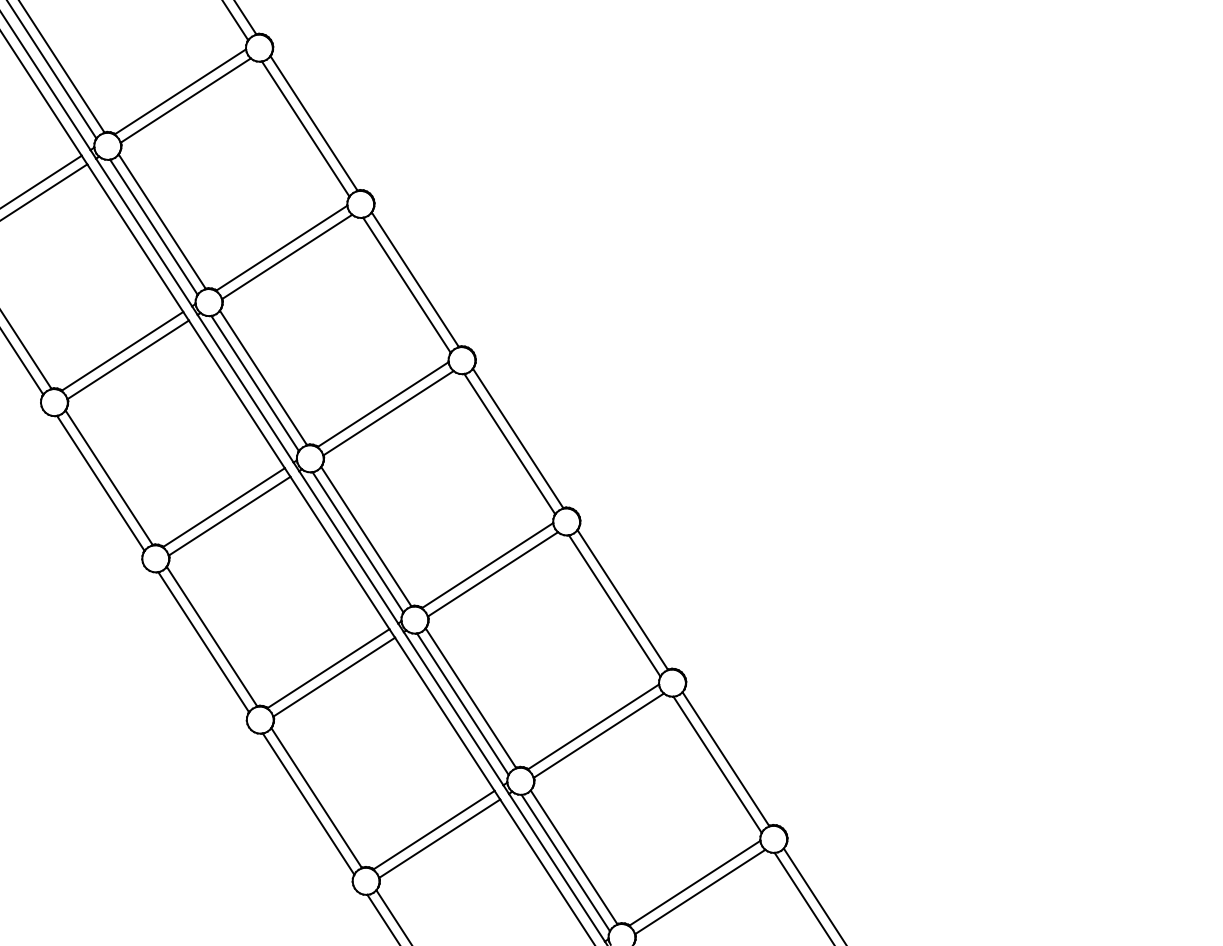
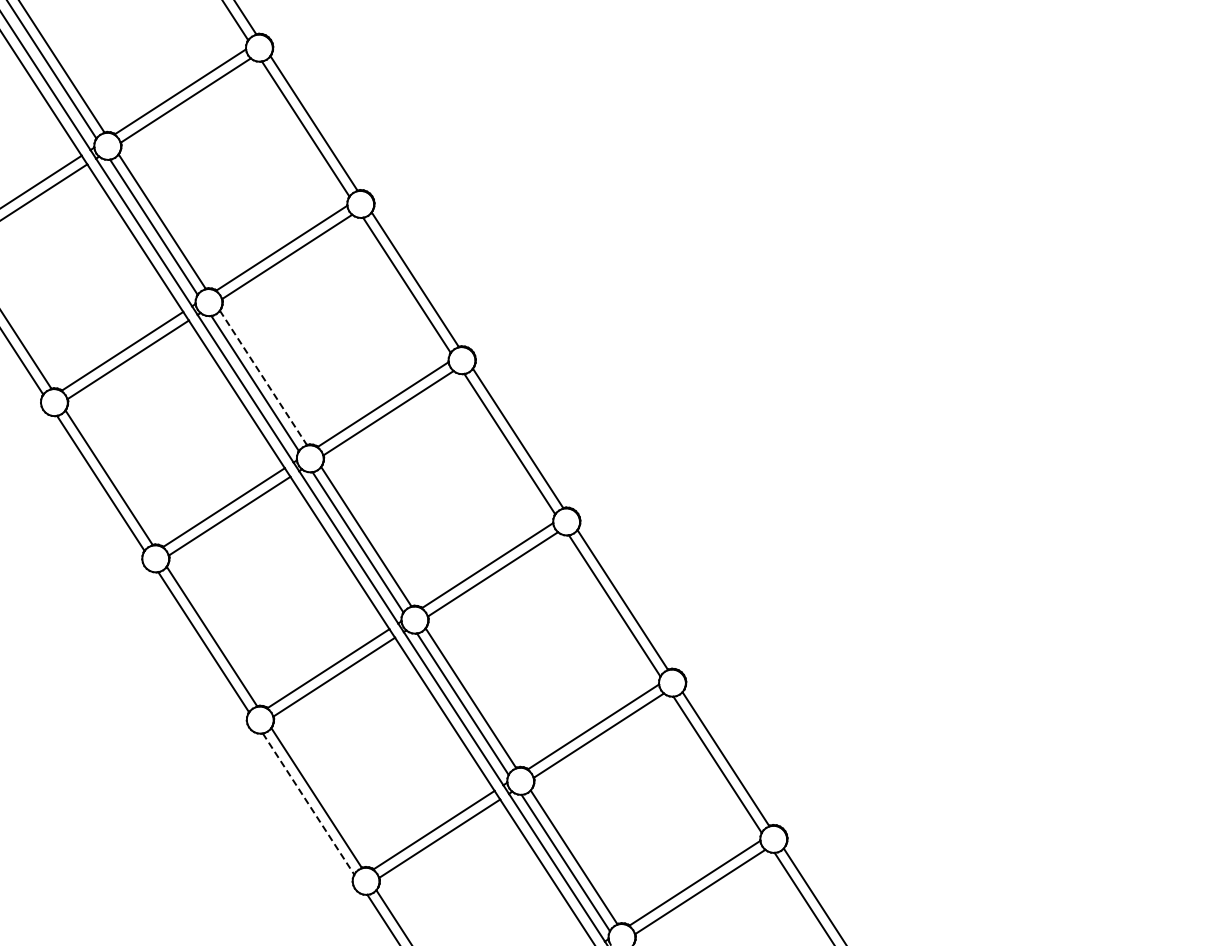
line at (263, 377): solid -> dashed
line at (308, 804): solid -> dashed
